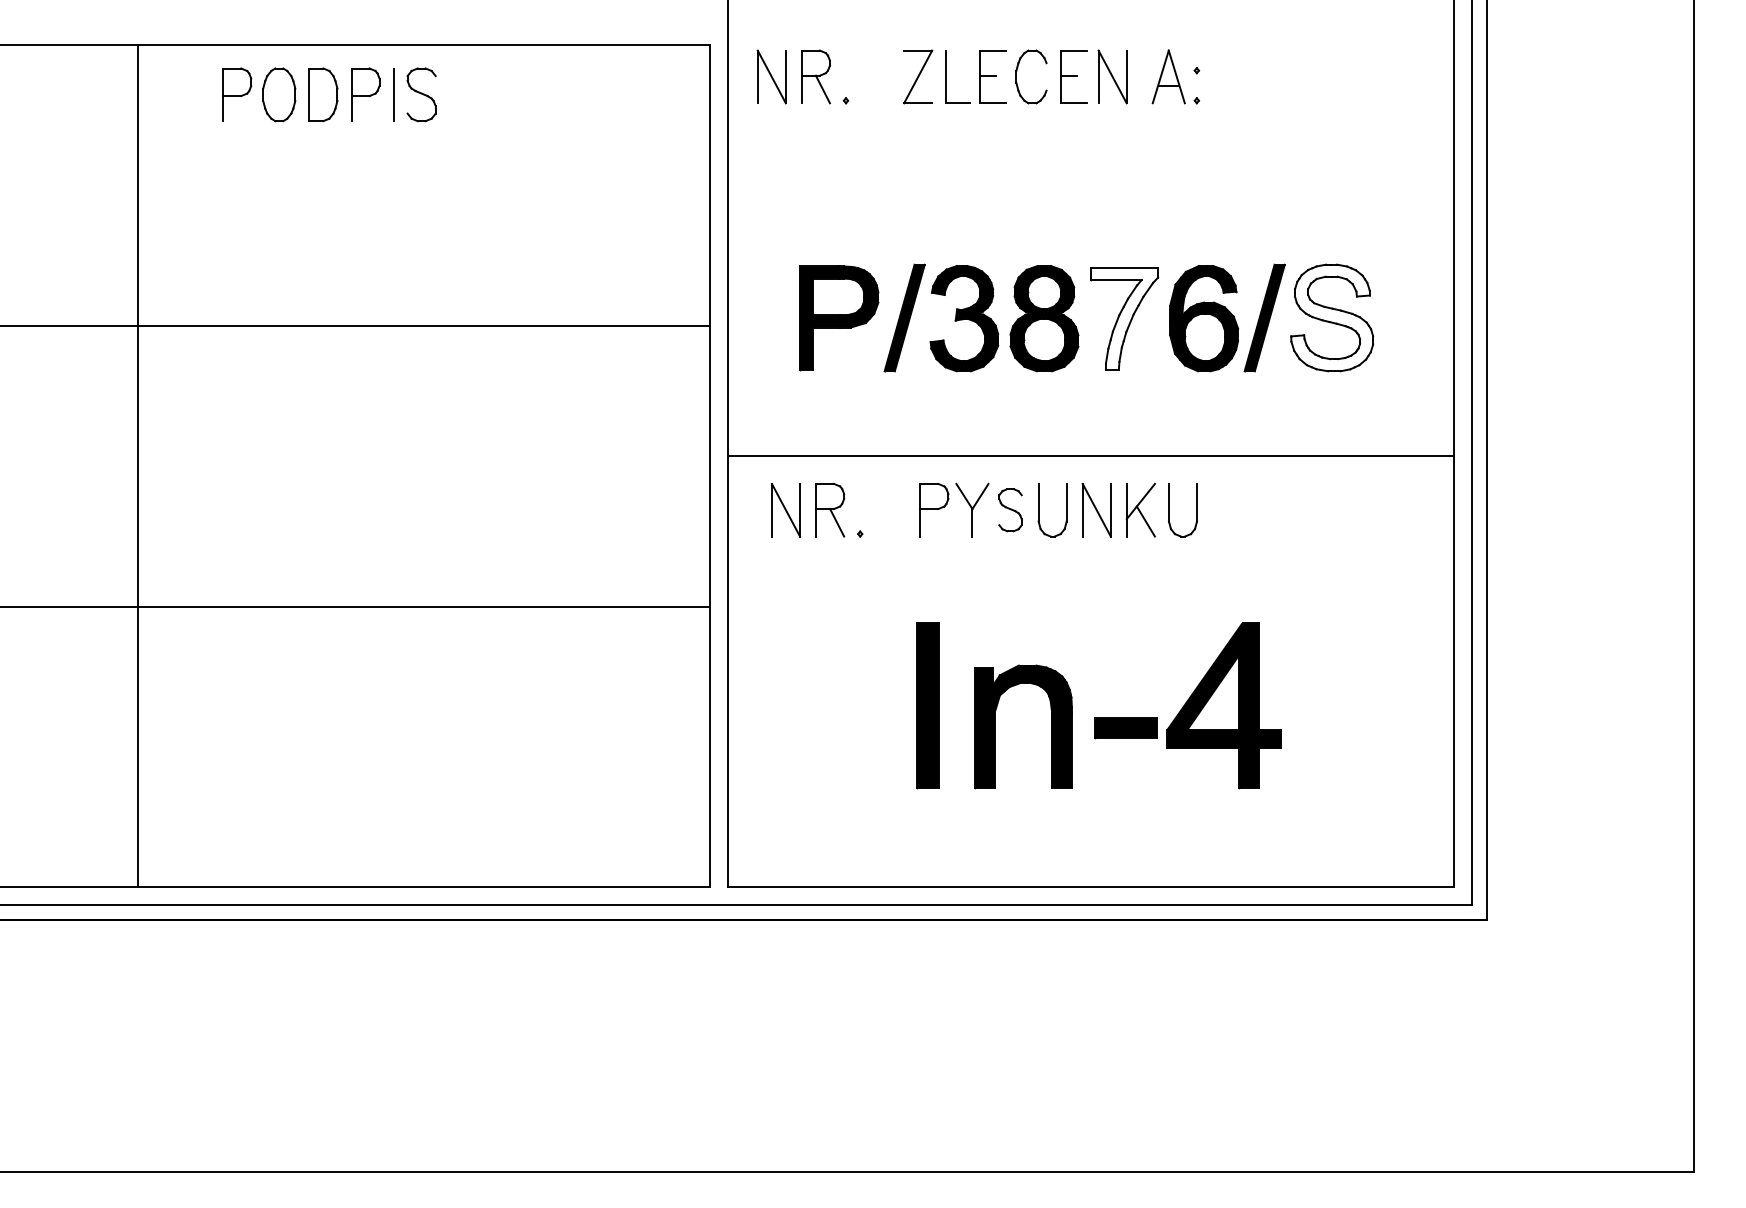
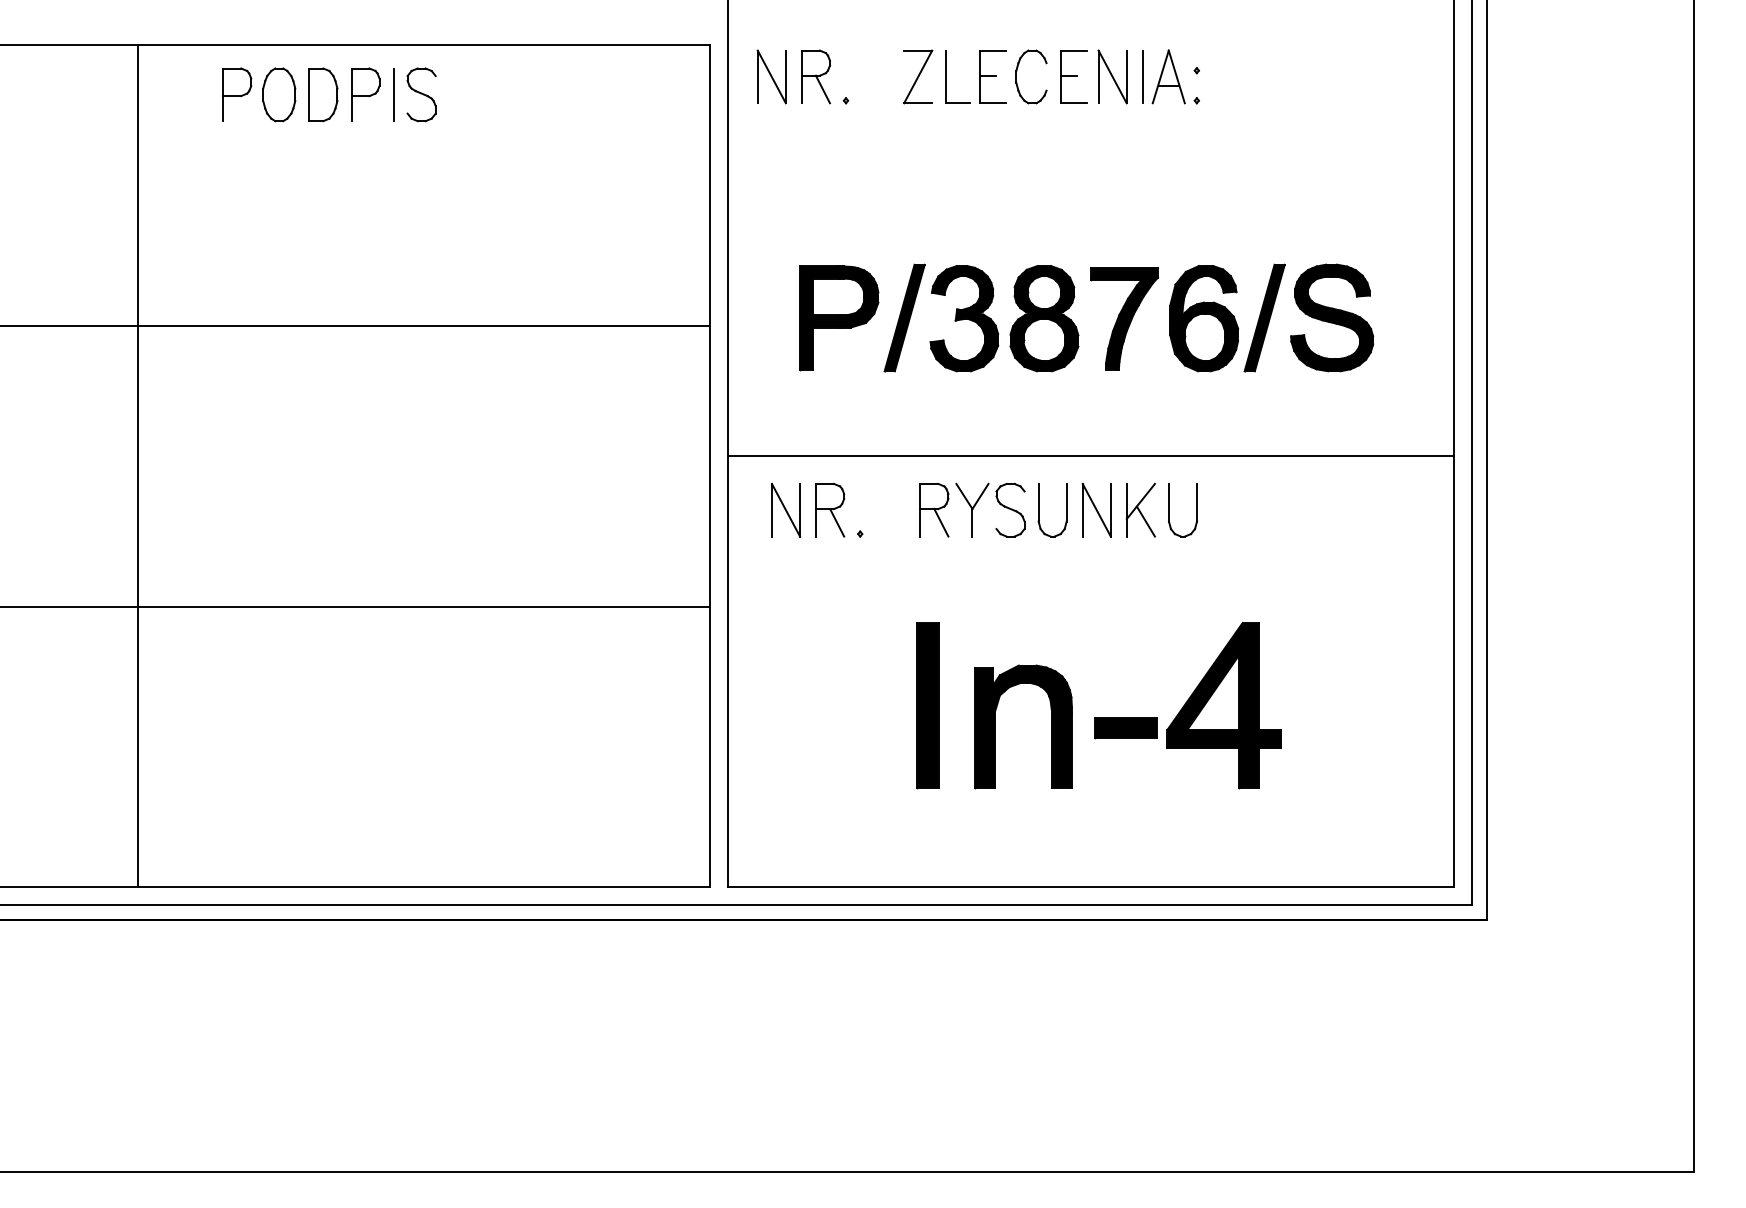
line at (1142, 76): none -> present
fill at (1332, 317): none -> present
fill at (1124, 318): none -> present
part at (1010, 510) size: 25x45 px -> 31x56 px
line at (941, 522): none -> present
